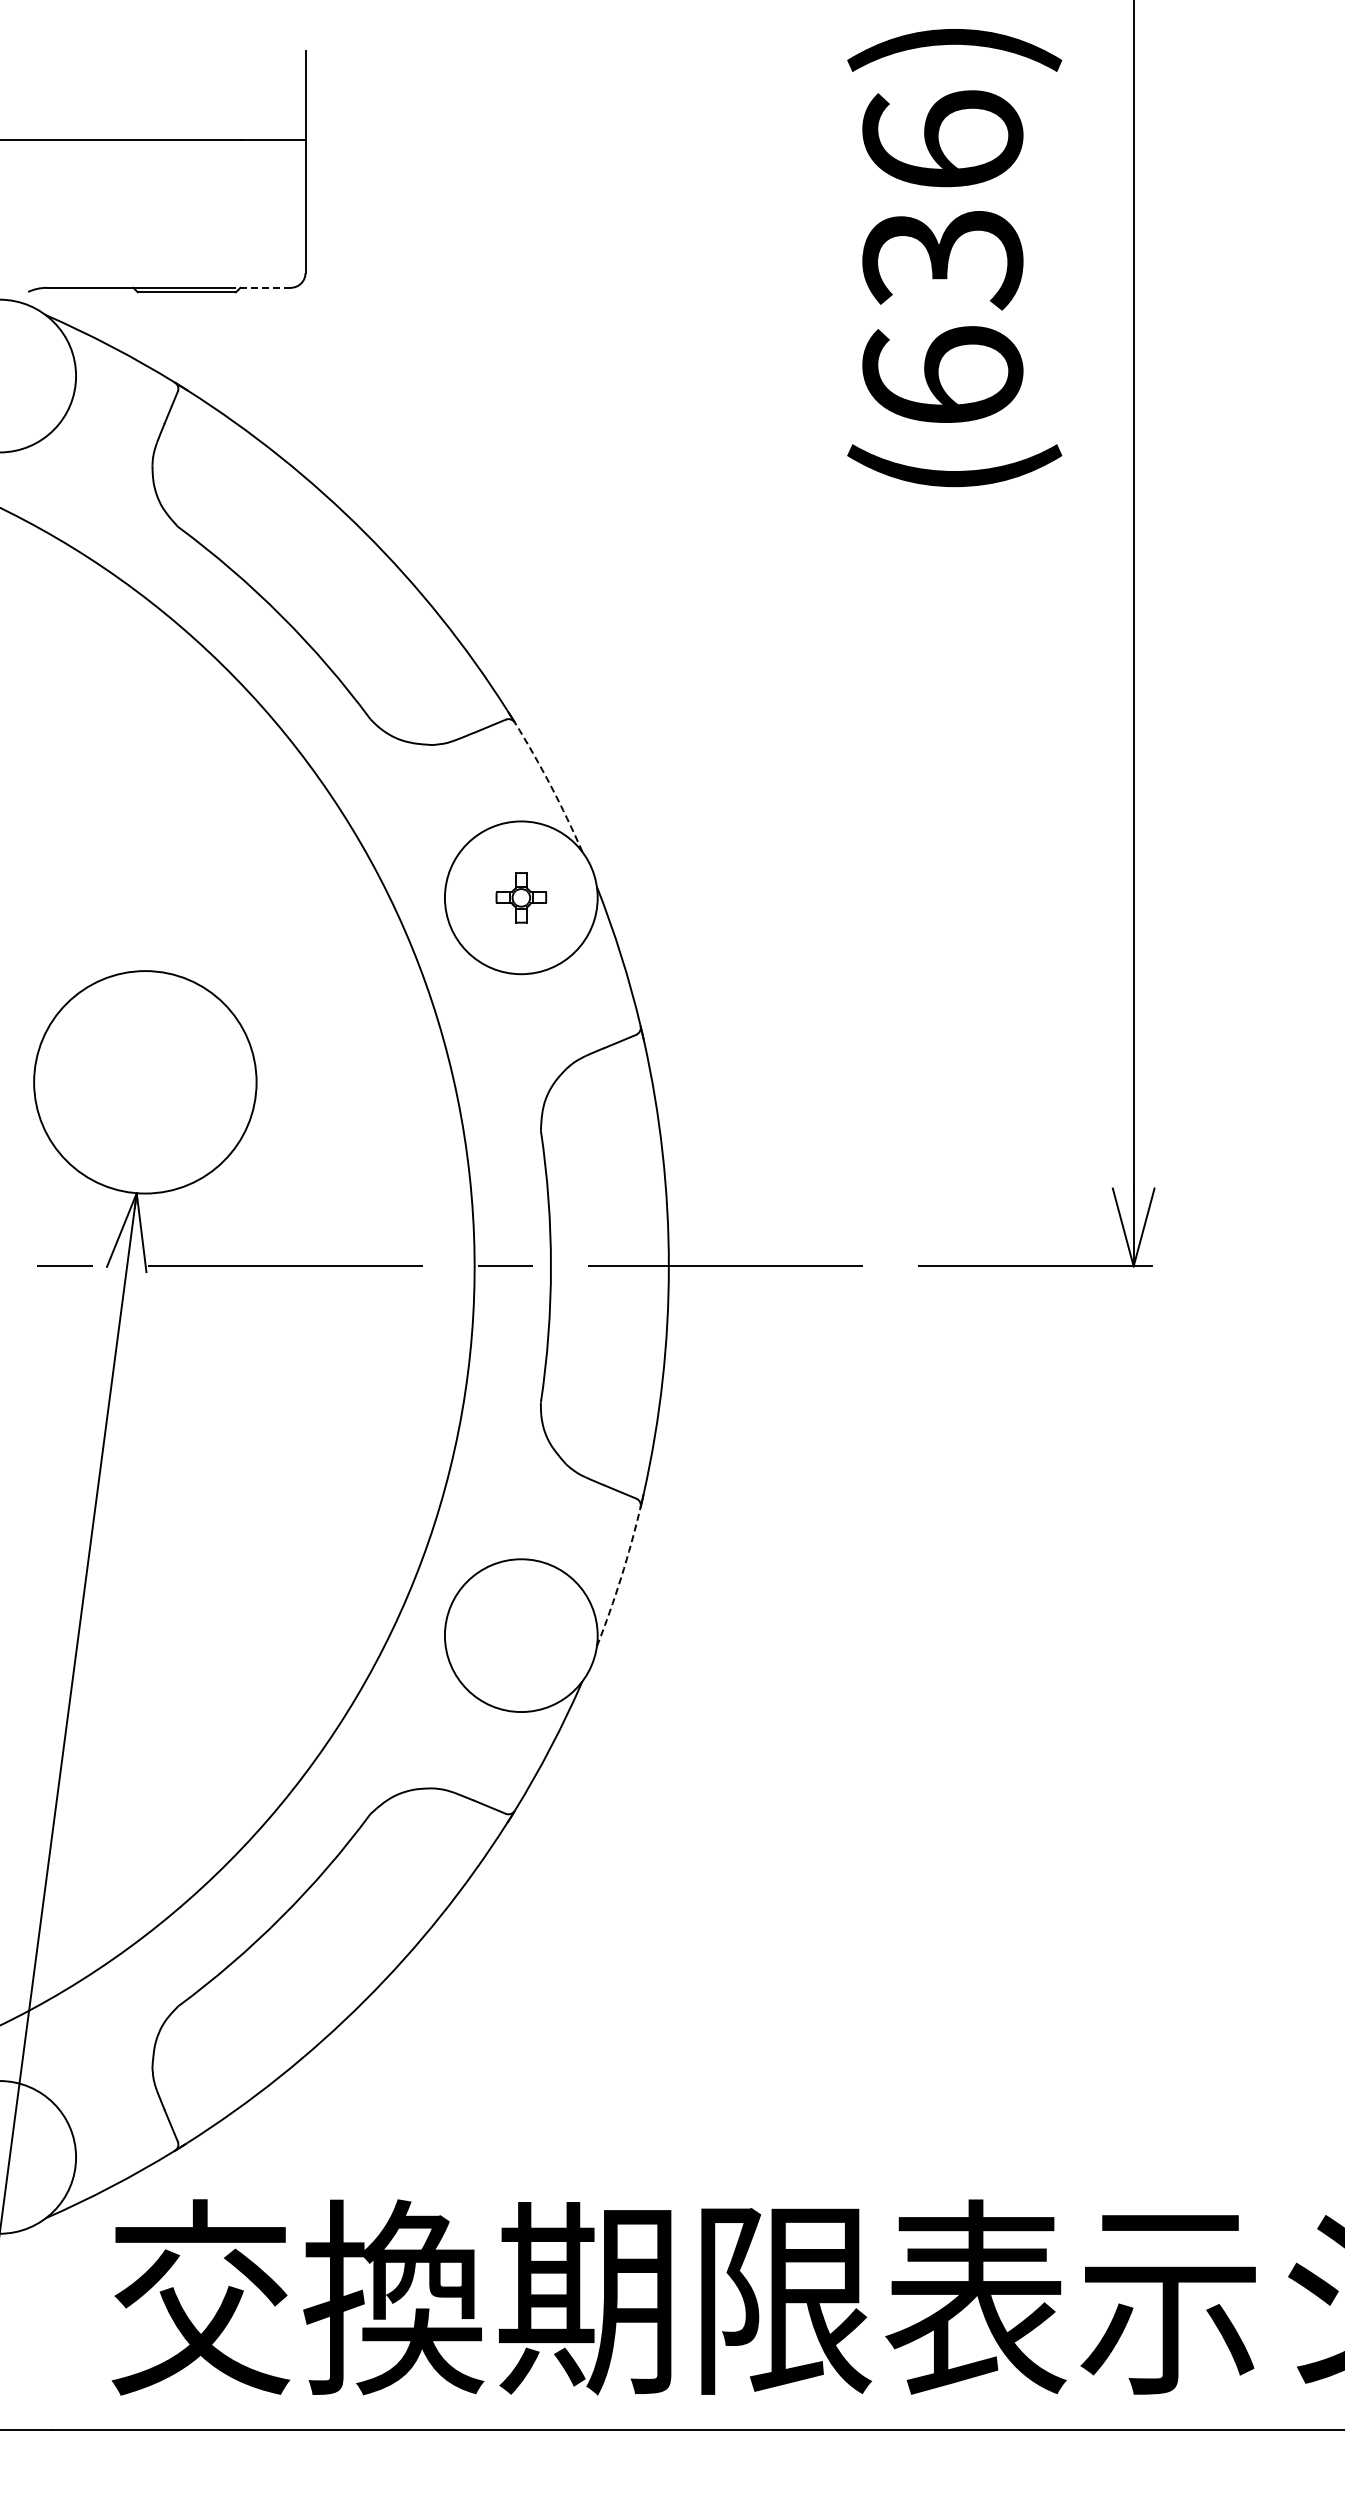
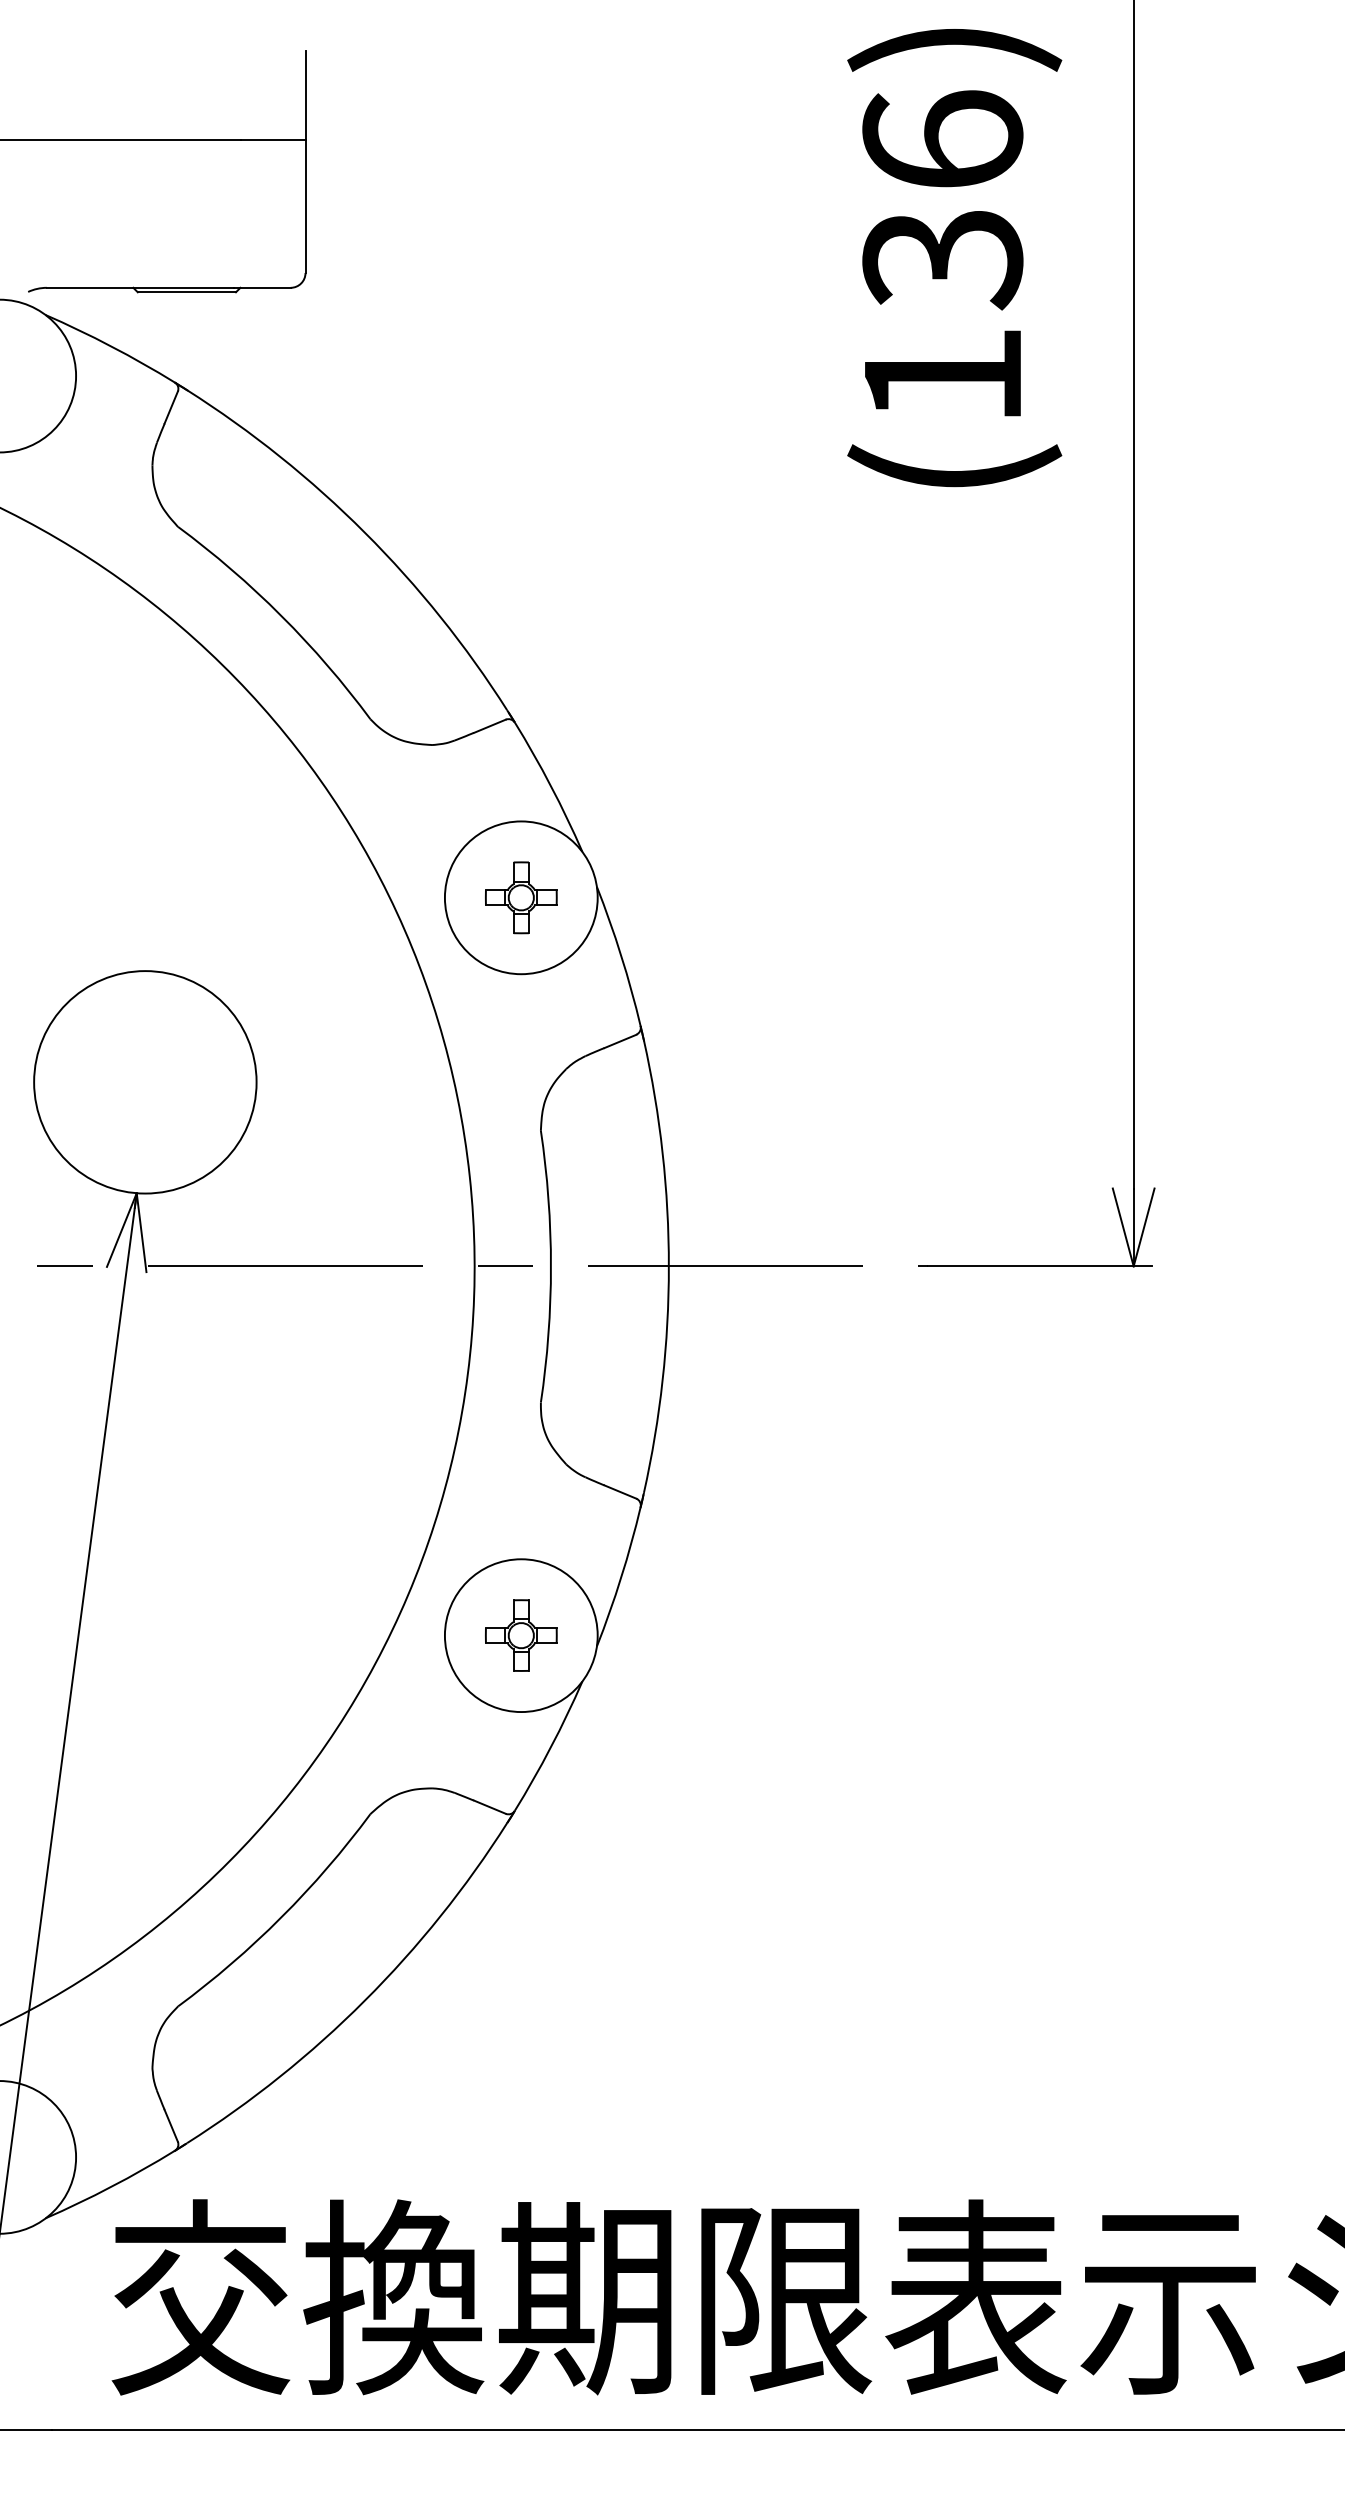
line at (261, 287): dashed -> solid
text at (942, 374): (636) -> (136)
arc at (550, 786): dashed -> solid
part at (521, 897) size: 53x52 px -> 73x74 px
arc at (621, 1577): dashed -> solid
part at (521, 1635): none -> present
